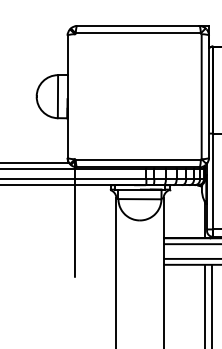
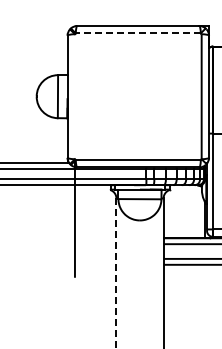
line at (137, 33): solid -> dashed
line at (116, 273): solid -> dashed
line at (204, 304): present -> none
line at (212, 304): present -> none
